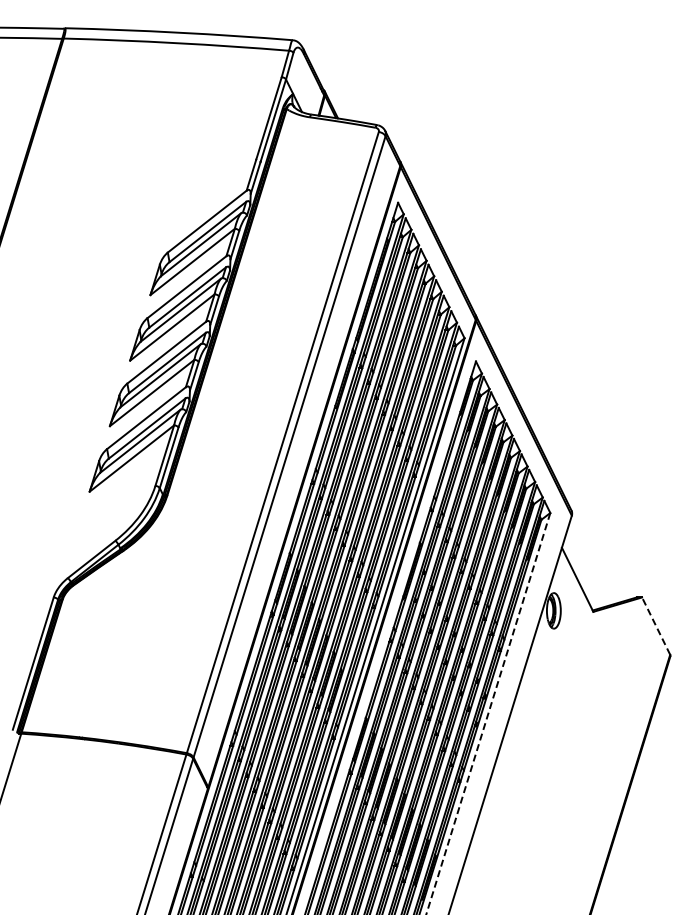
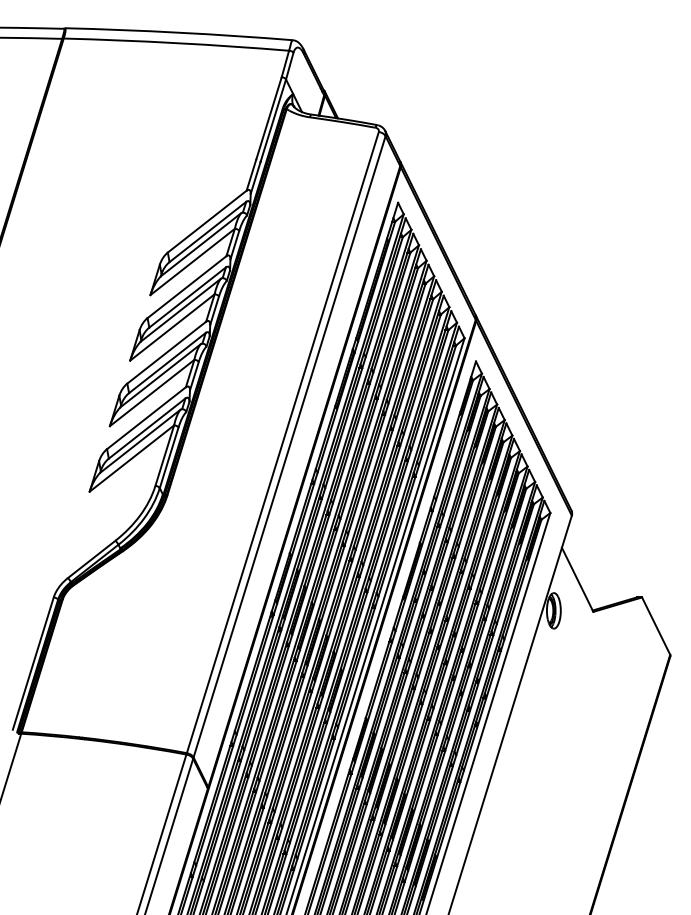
line at (656, 626): dashed -> solid
line at (488, 714): dashed -> solid
